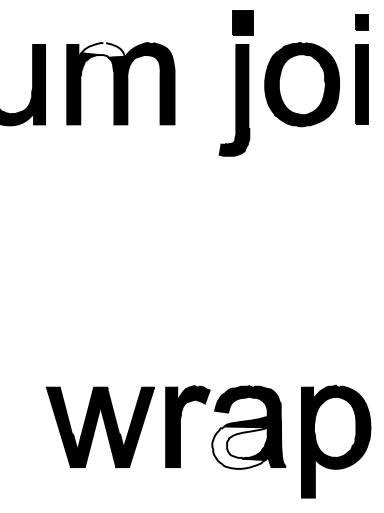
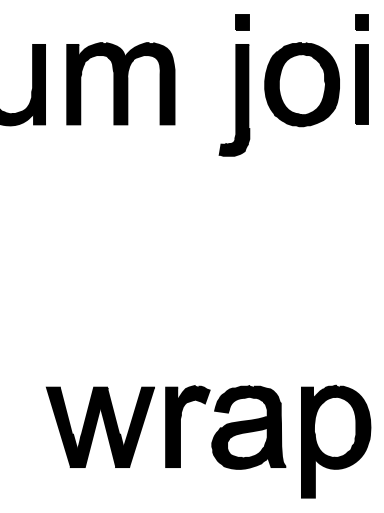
part at (242, 22) size: 22x26 px -> 15x17 px
fill at (103, 50): none -> present
fill at (239, 447): none -> present
